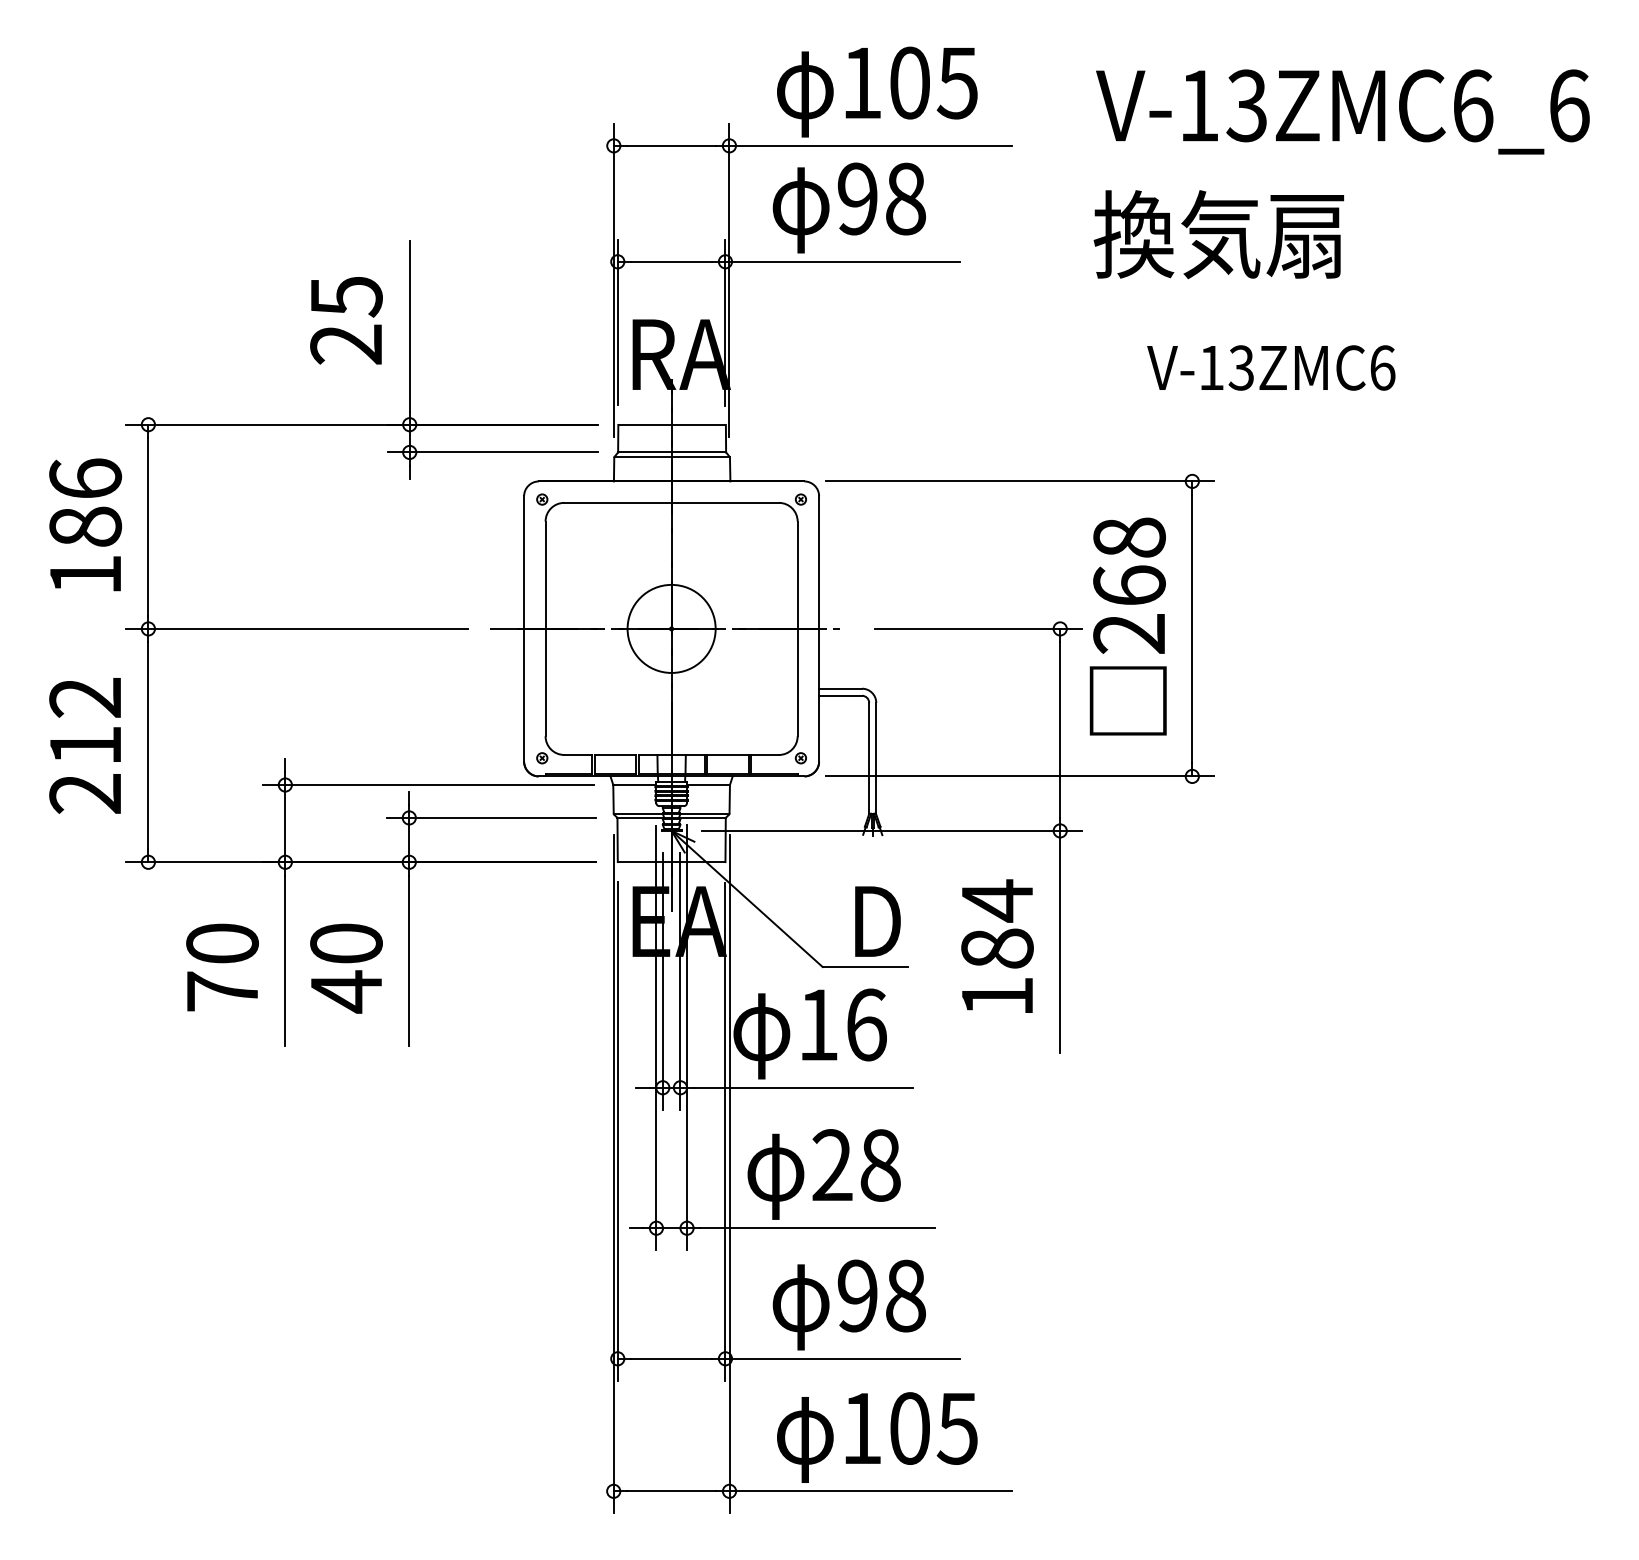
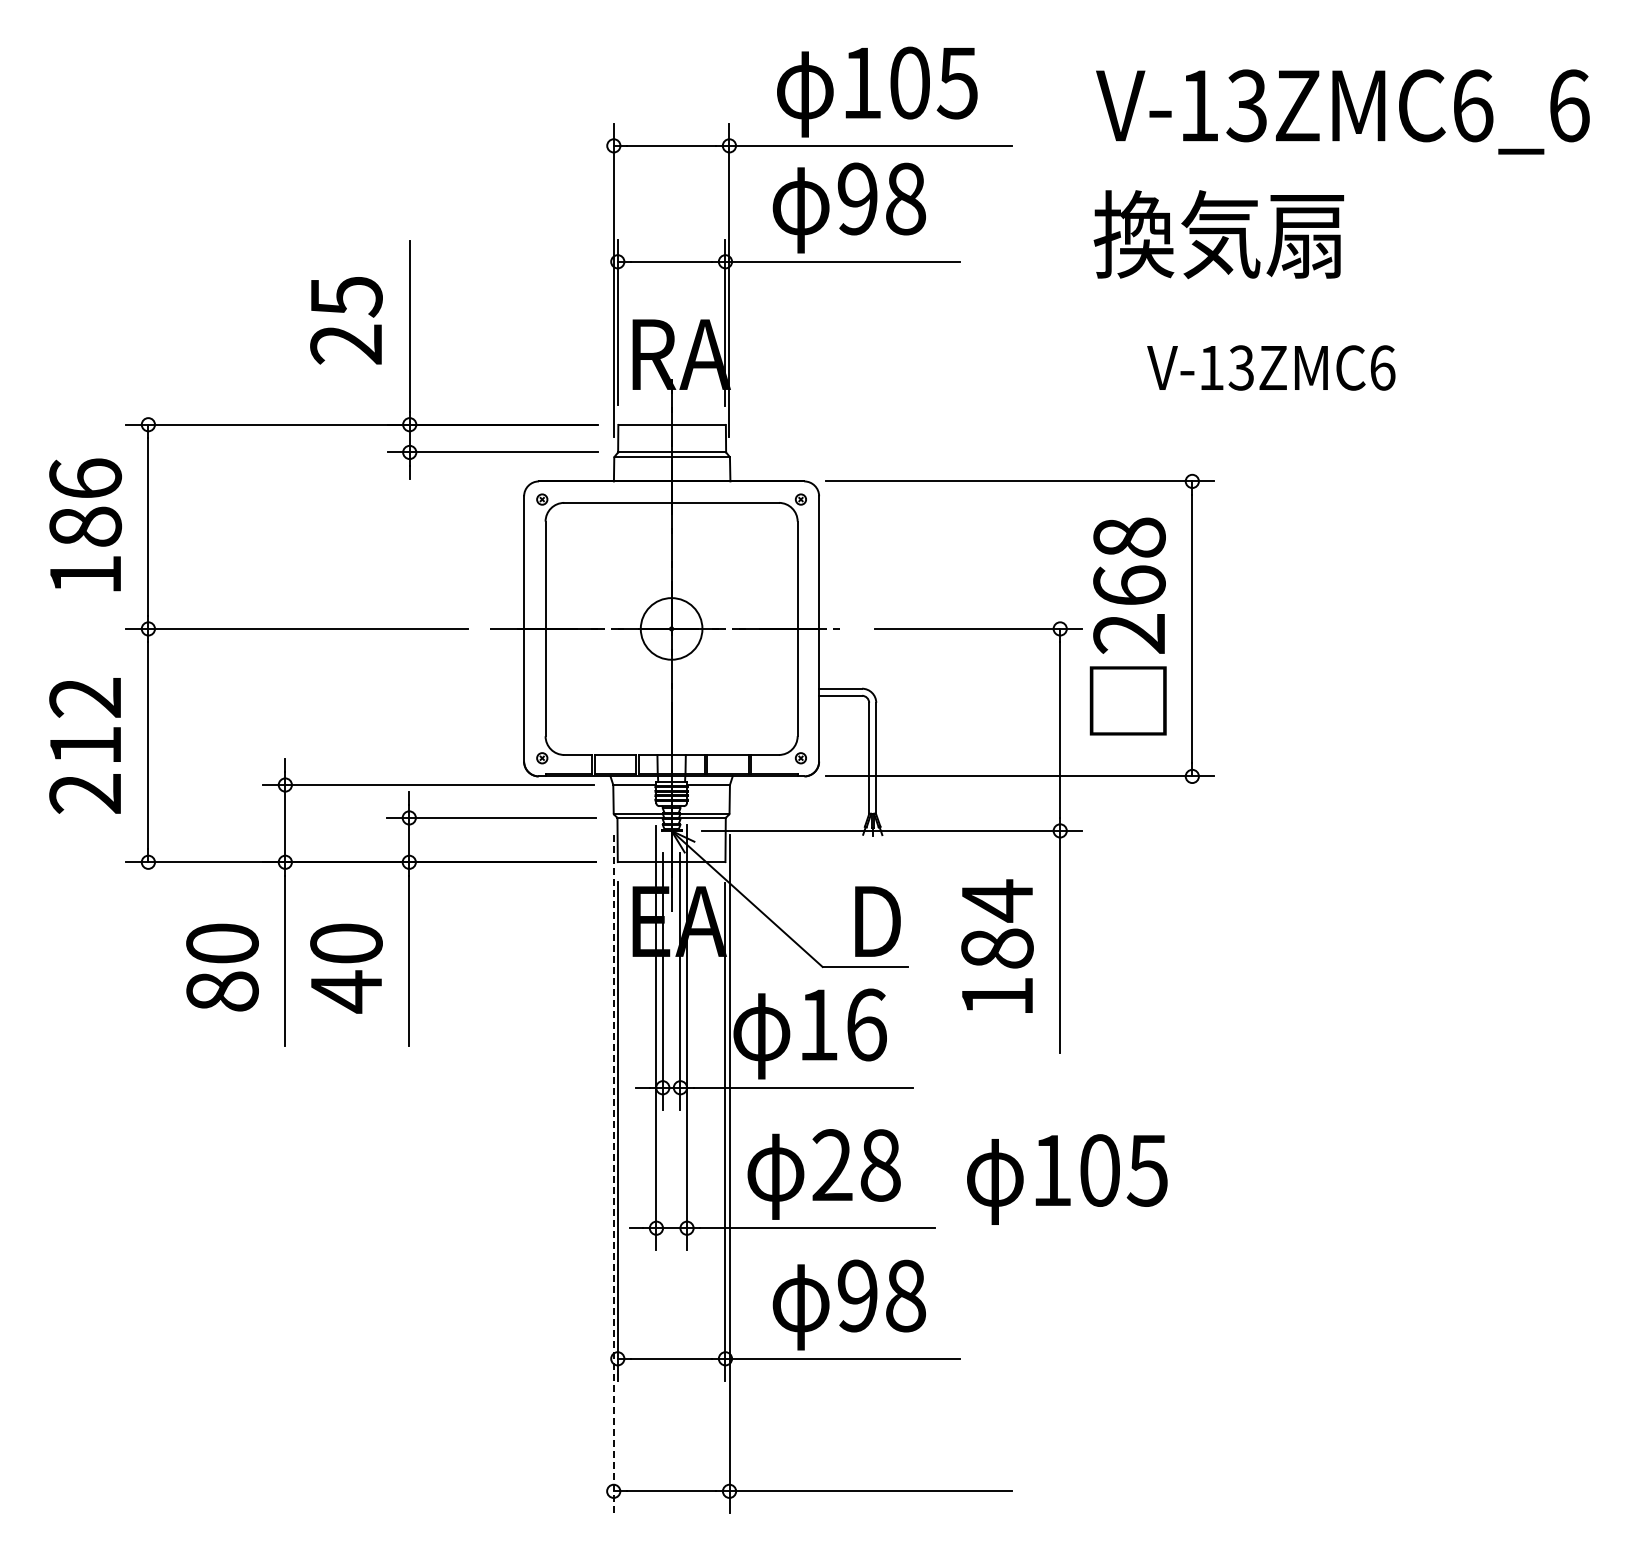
circle at (671, 628) diameter: 88 px -> 62 px
text at (222, 991): 70 -> 80
line at (613, 1174): solid -> dashed
text at (877, 1437) position: (877, 1437) -> (1067, 1179)
